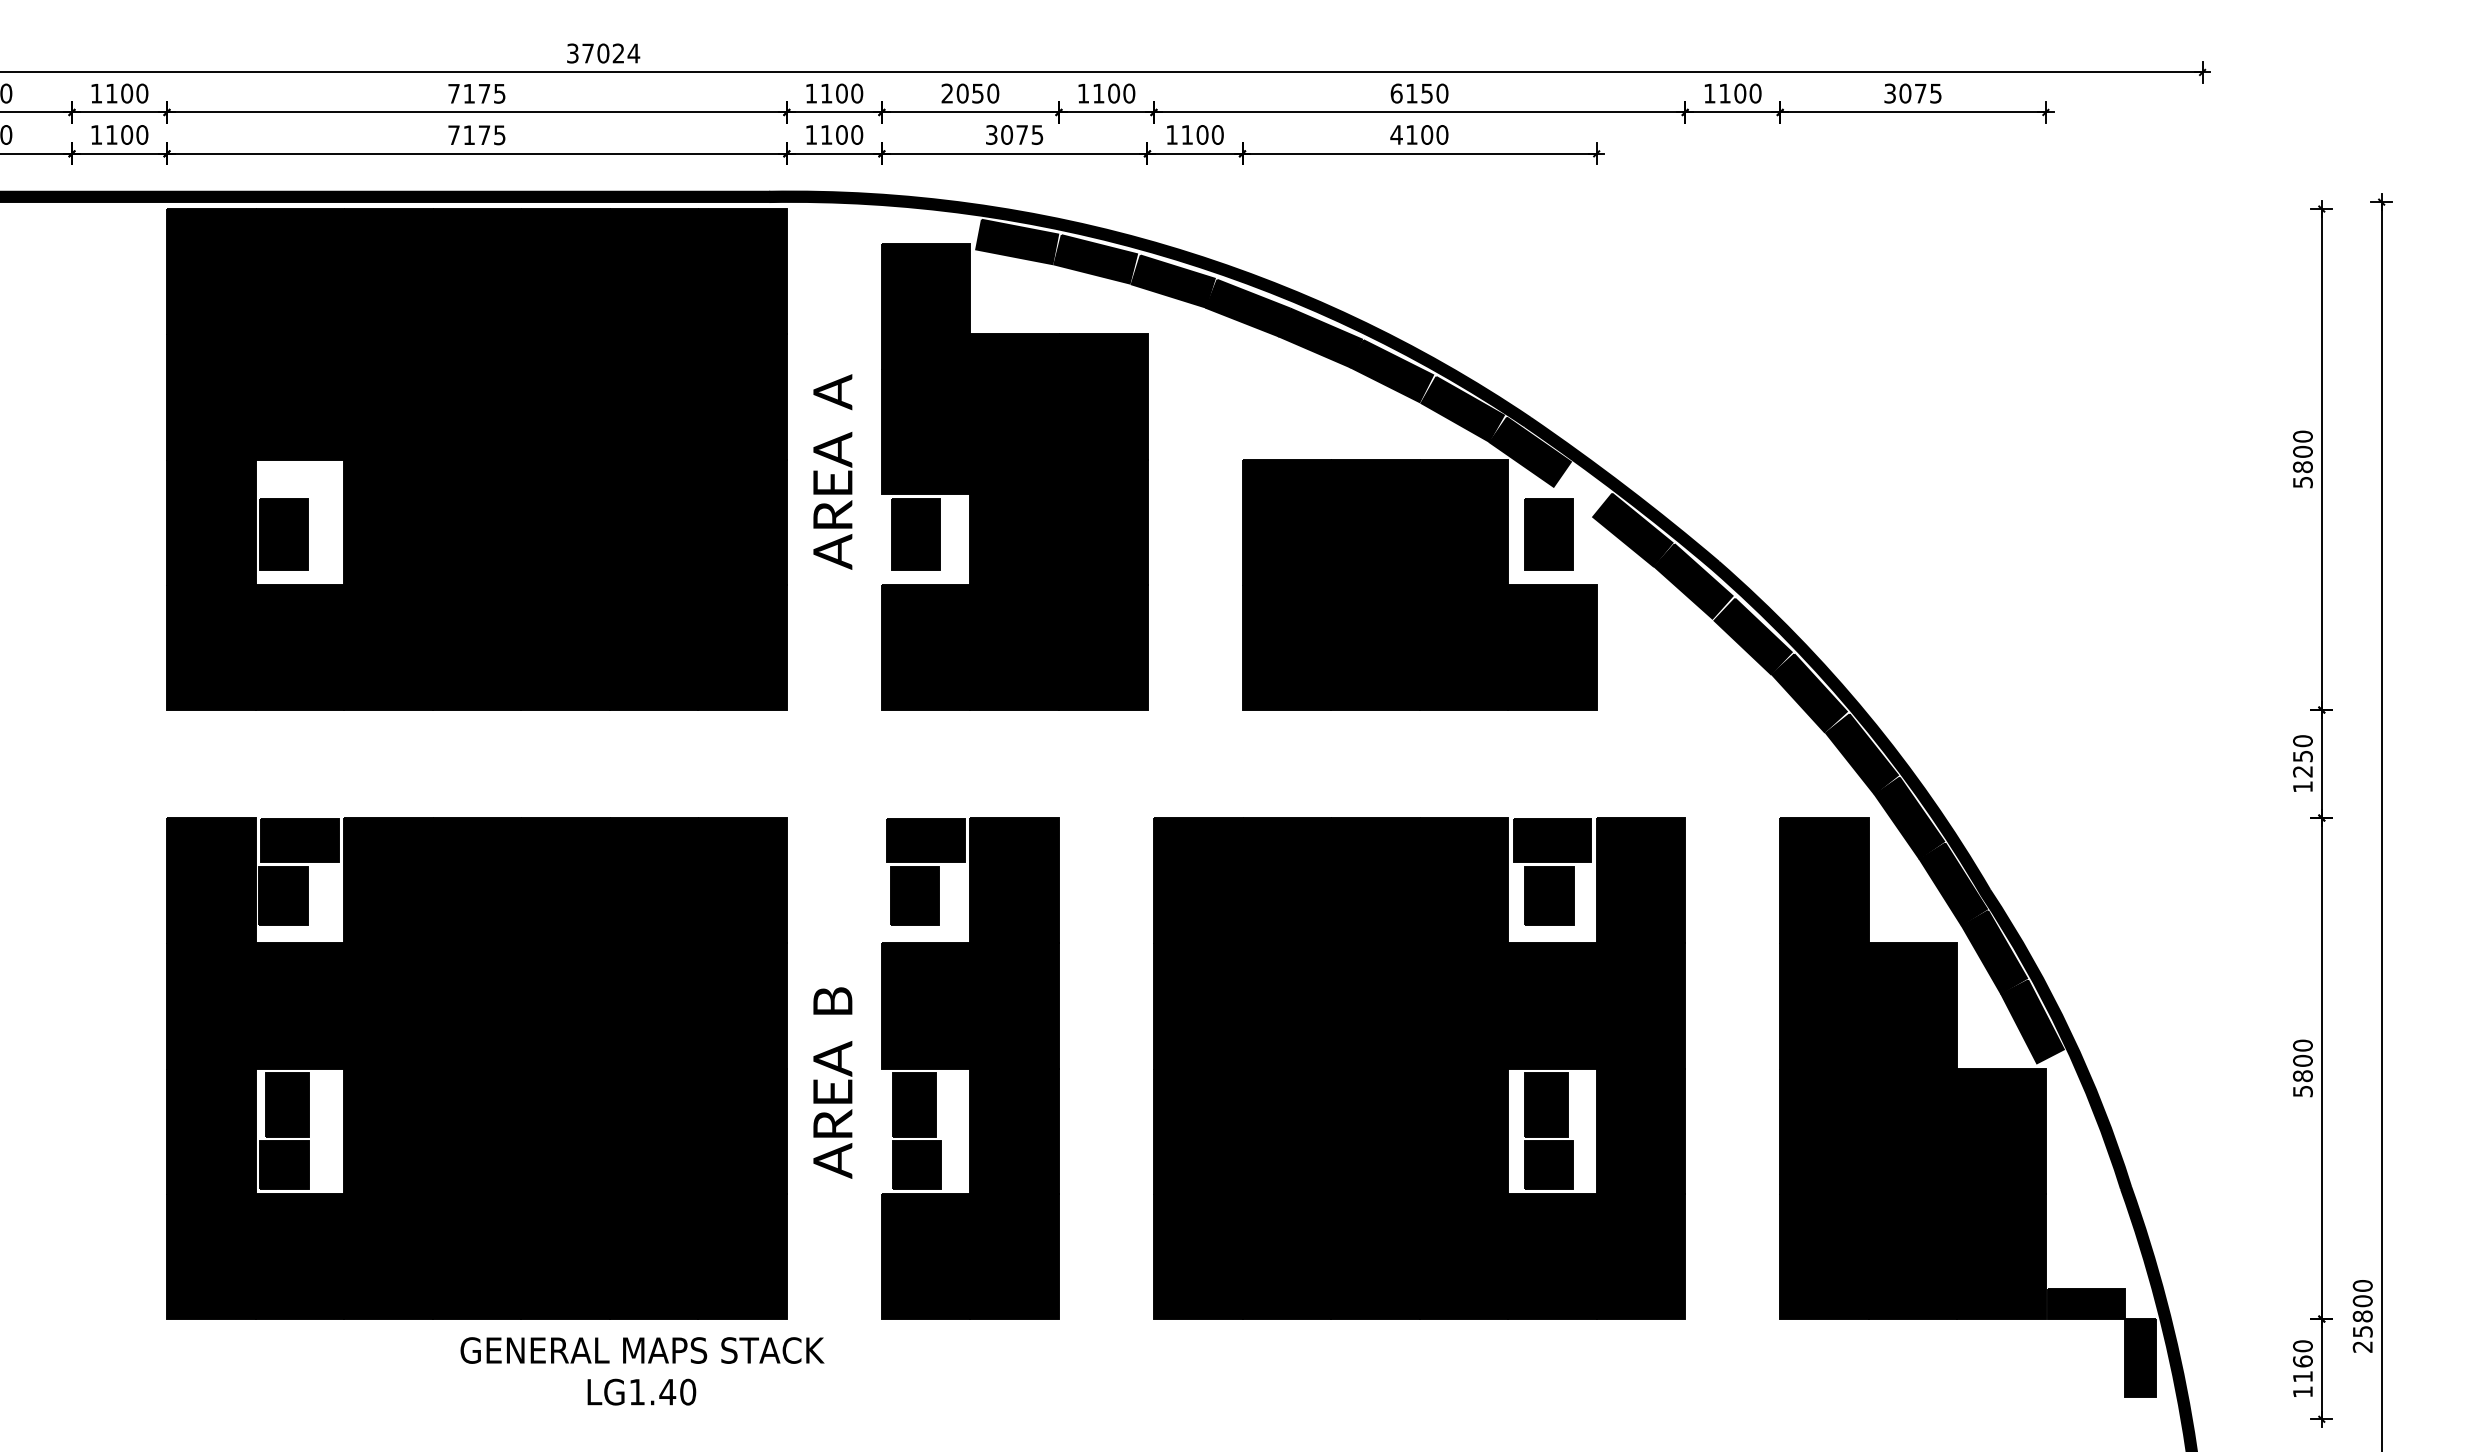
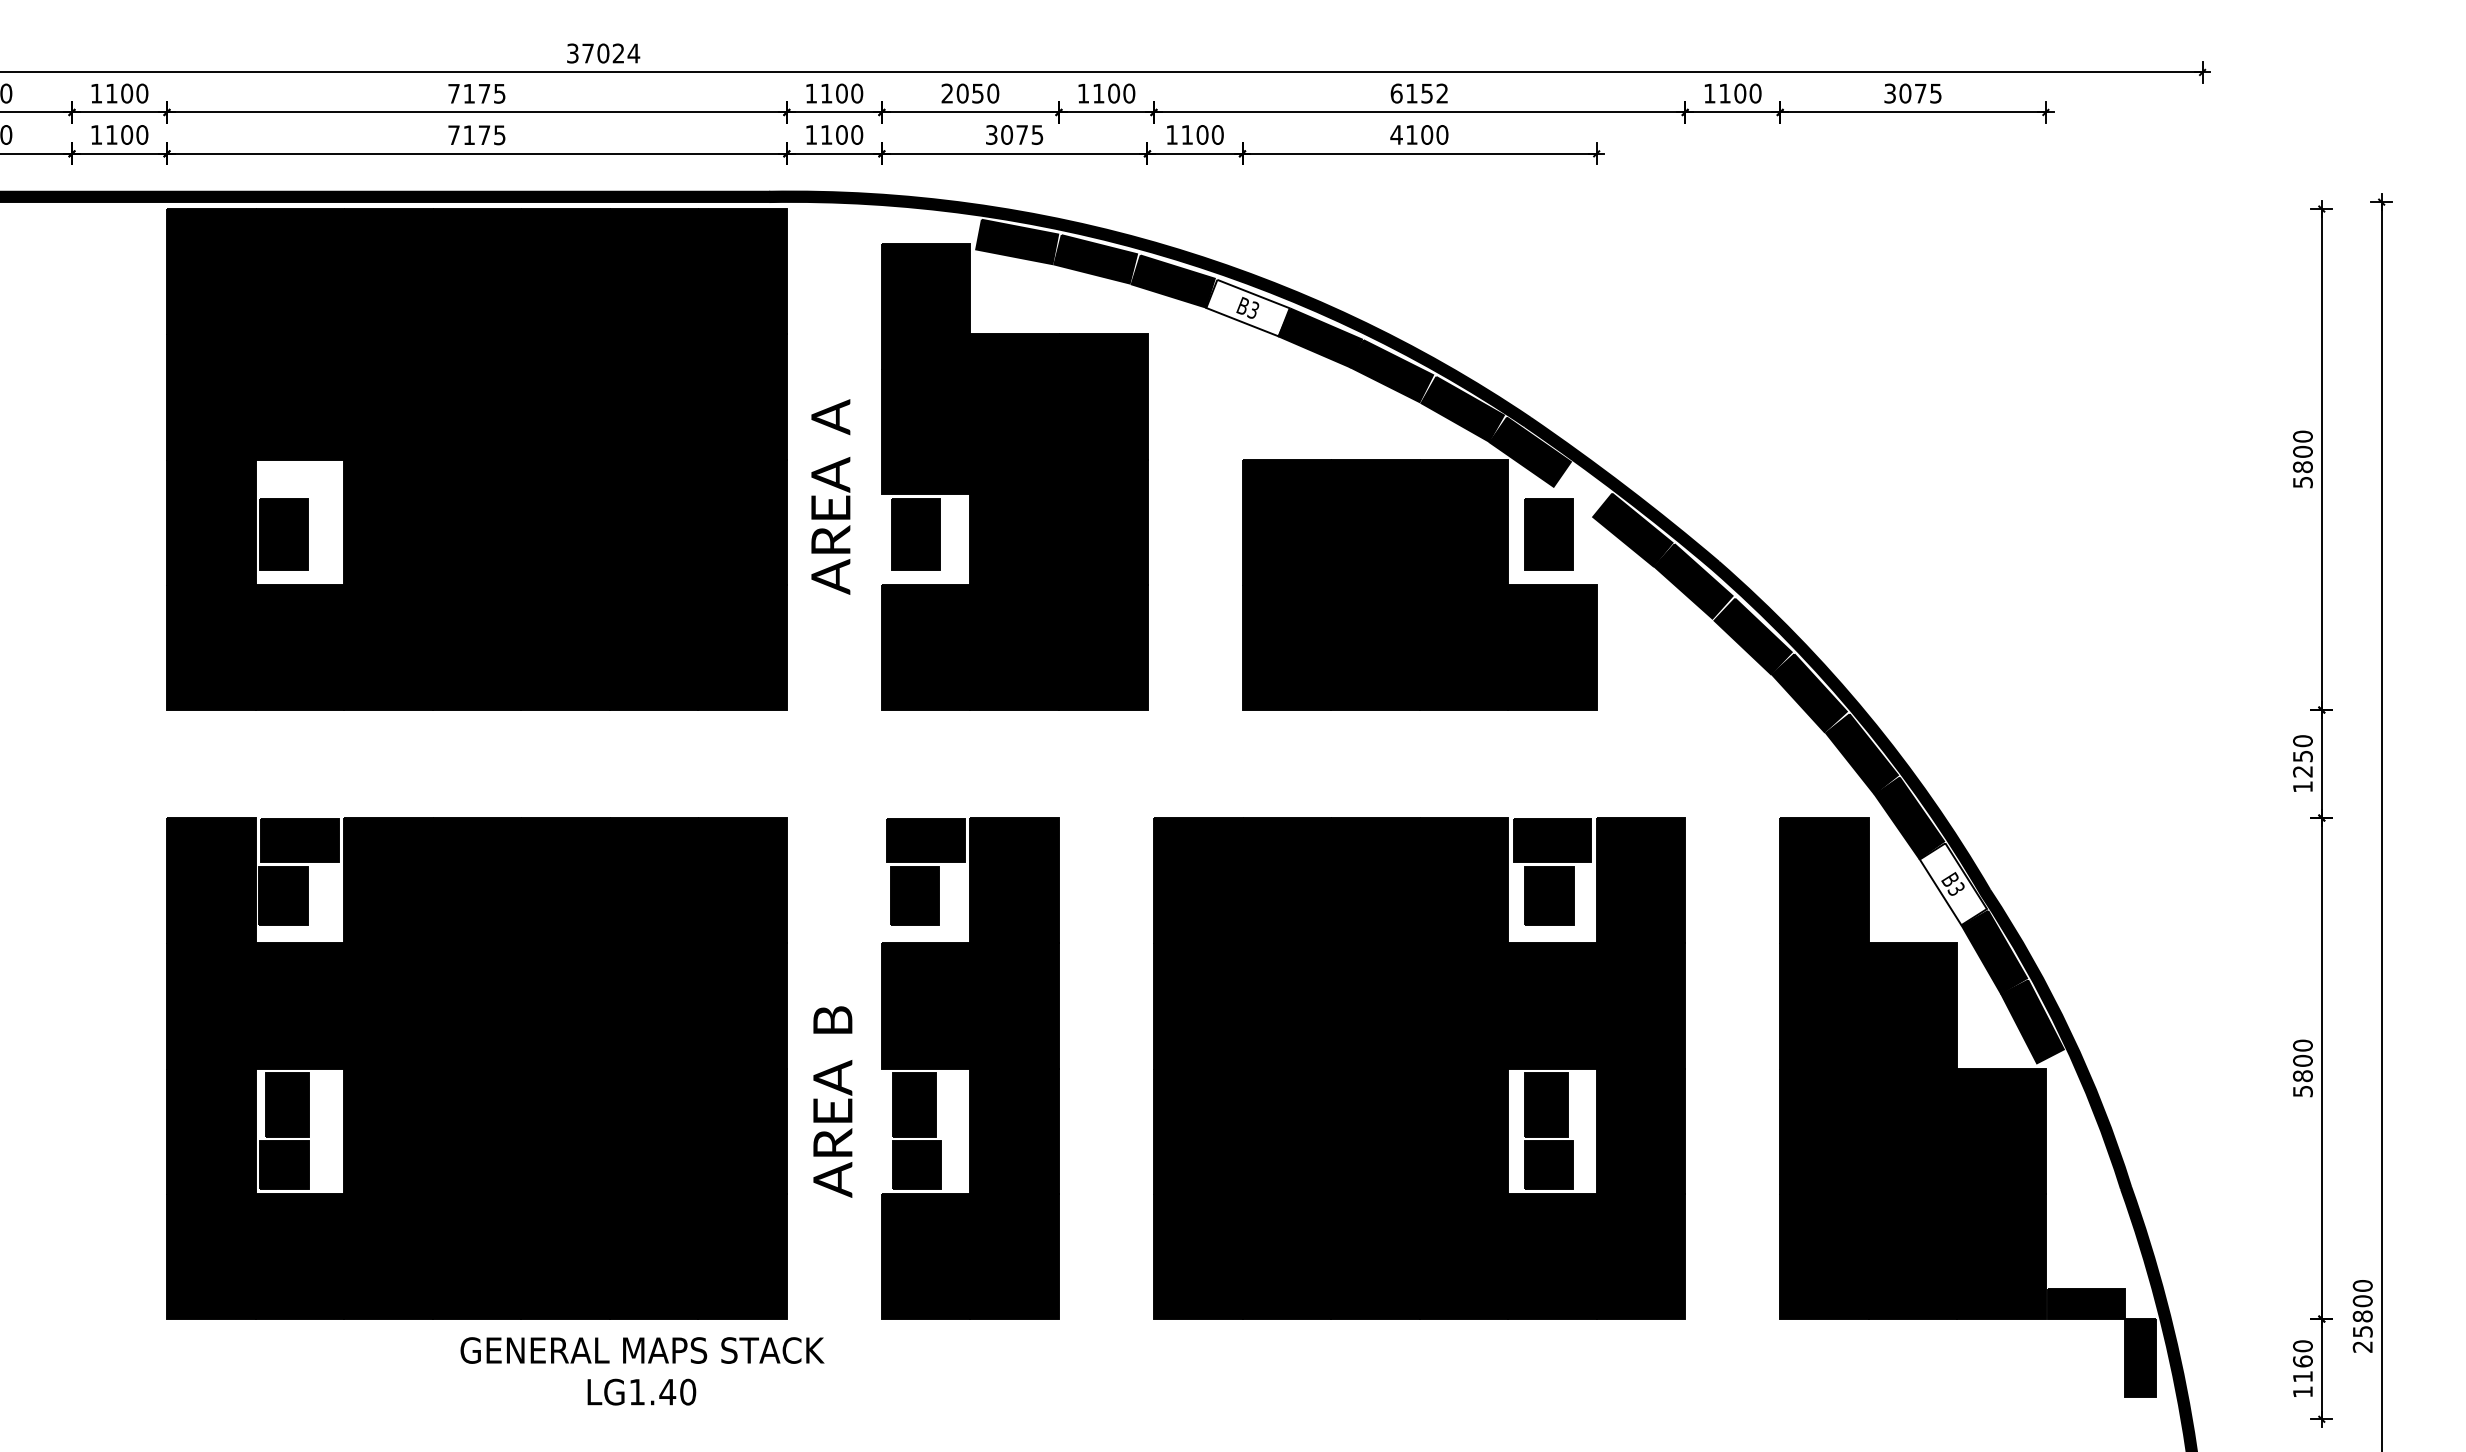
text at (1442, 93): 6150 -> 6152
fill at (1247, 307): present -> none
text at (832, 471) position: (832, 471) -> (830, 496)
fill at (1952, 884): present -> none
text at (832, 1082) position: (832, 1082) -> (832, 1101)
